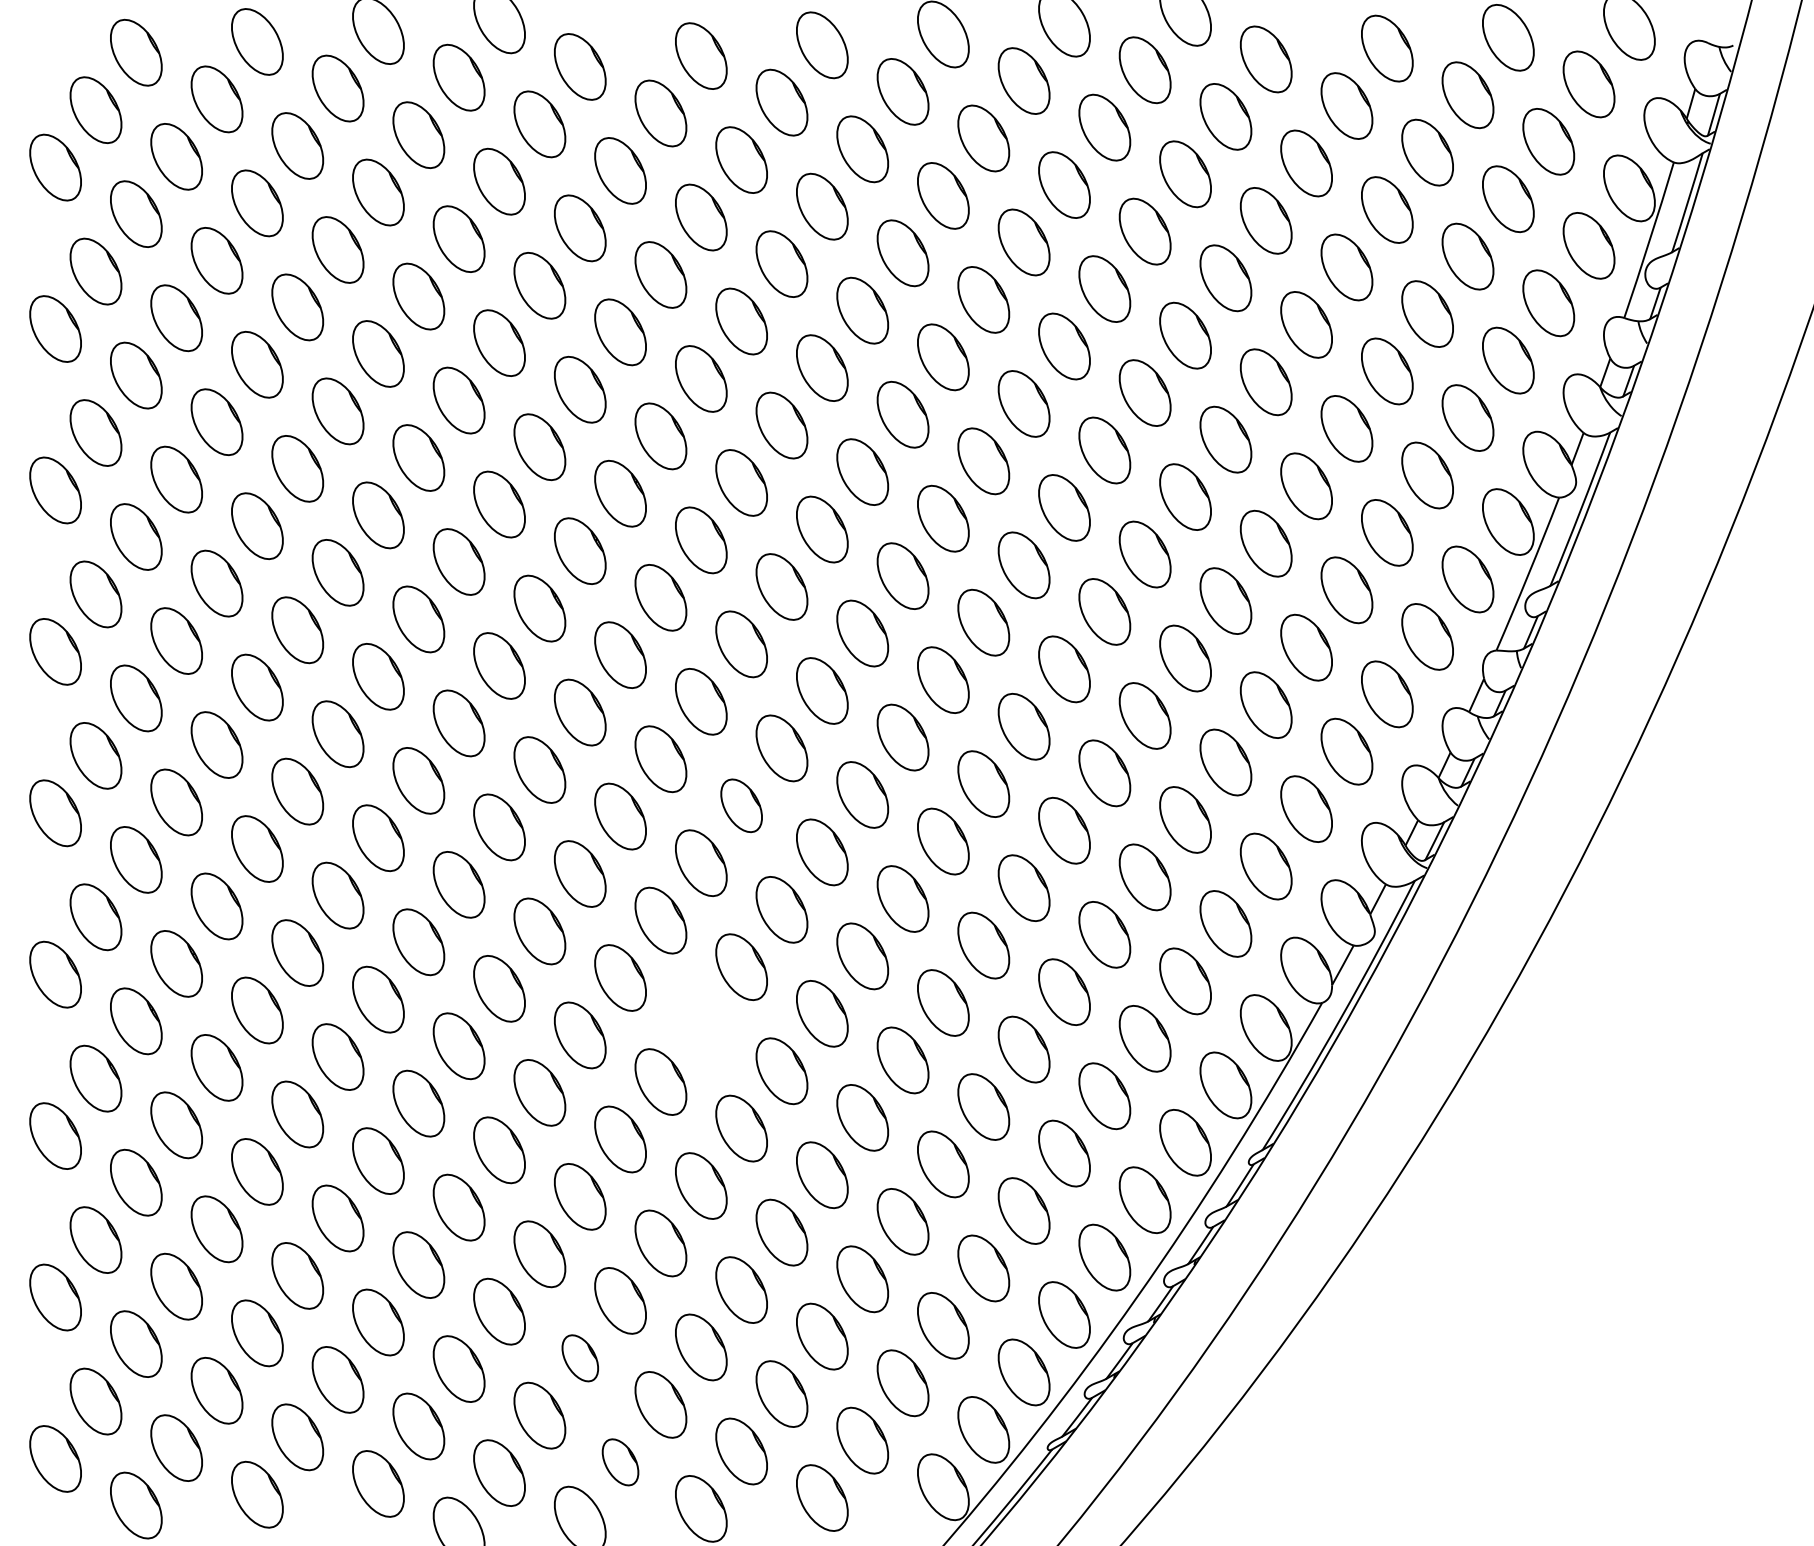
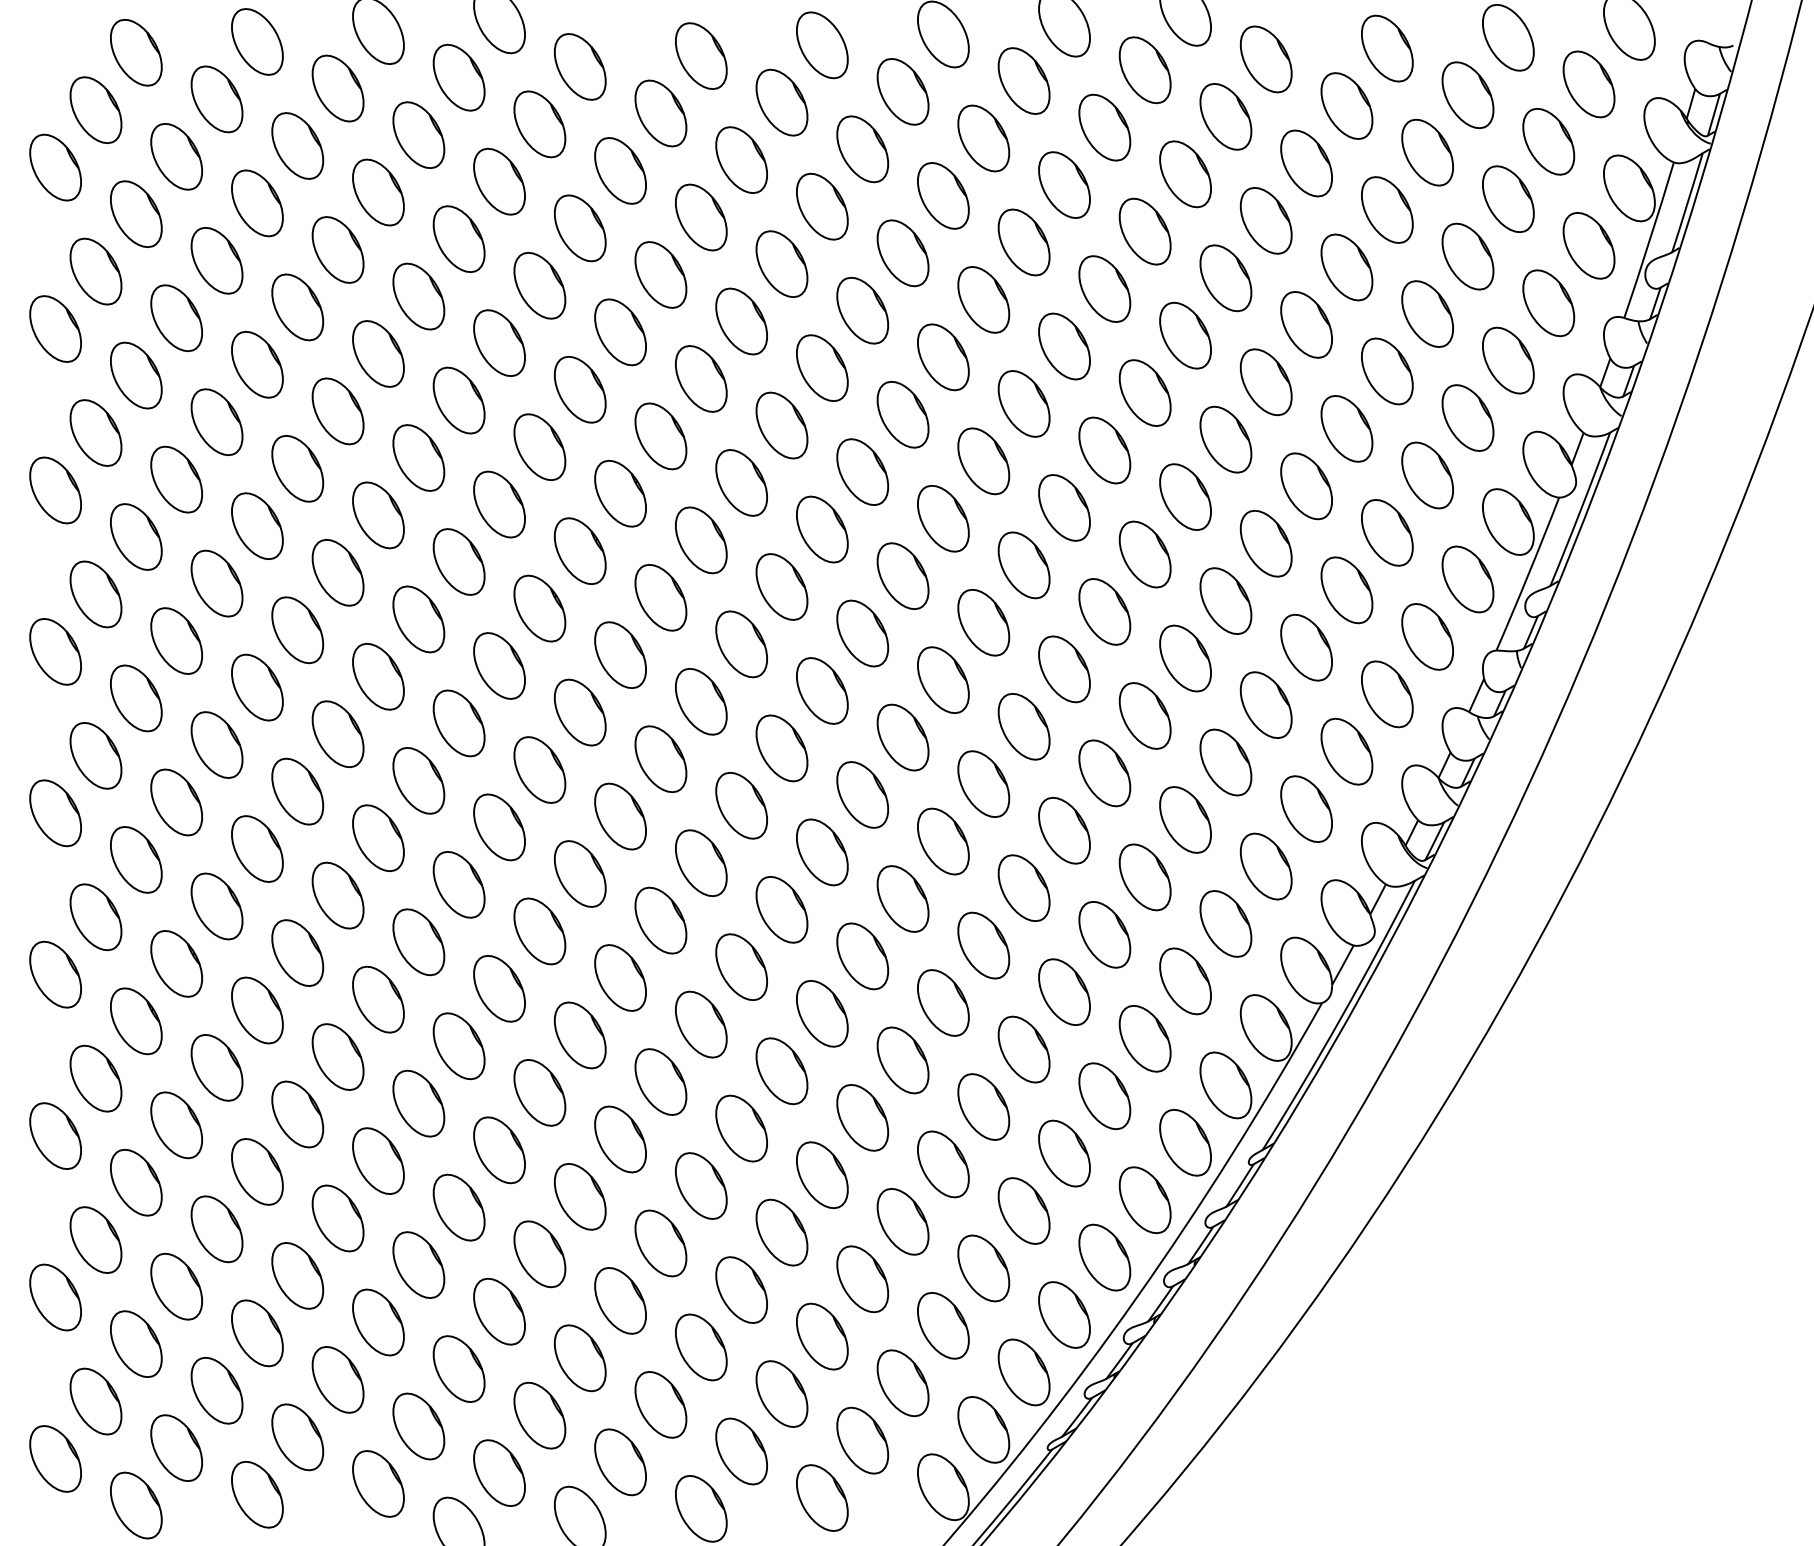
part at (741, 805) size: 43x56 px -> 53x68 px
part at (701, 1024): none -> present
part at (579, 1358) size: 38x49 px -> 53x69 px
part at (620, 1462) size: 39x49 px -> 53x69 px
